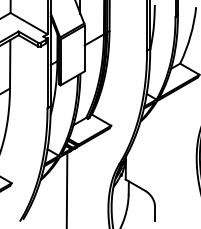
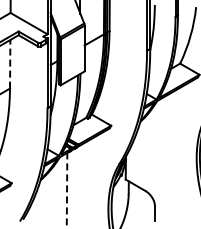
line at (10, 63): solid -> dashed
line at (67, 190): solid -> dashed
